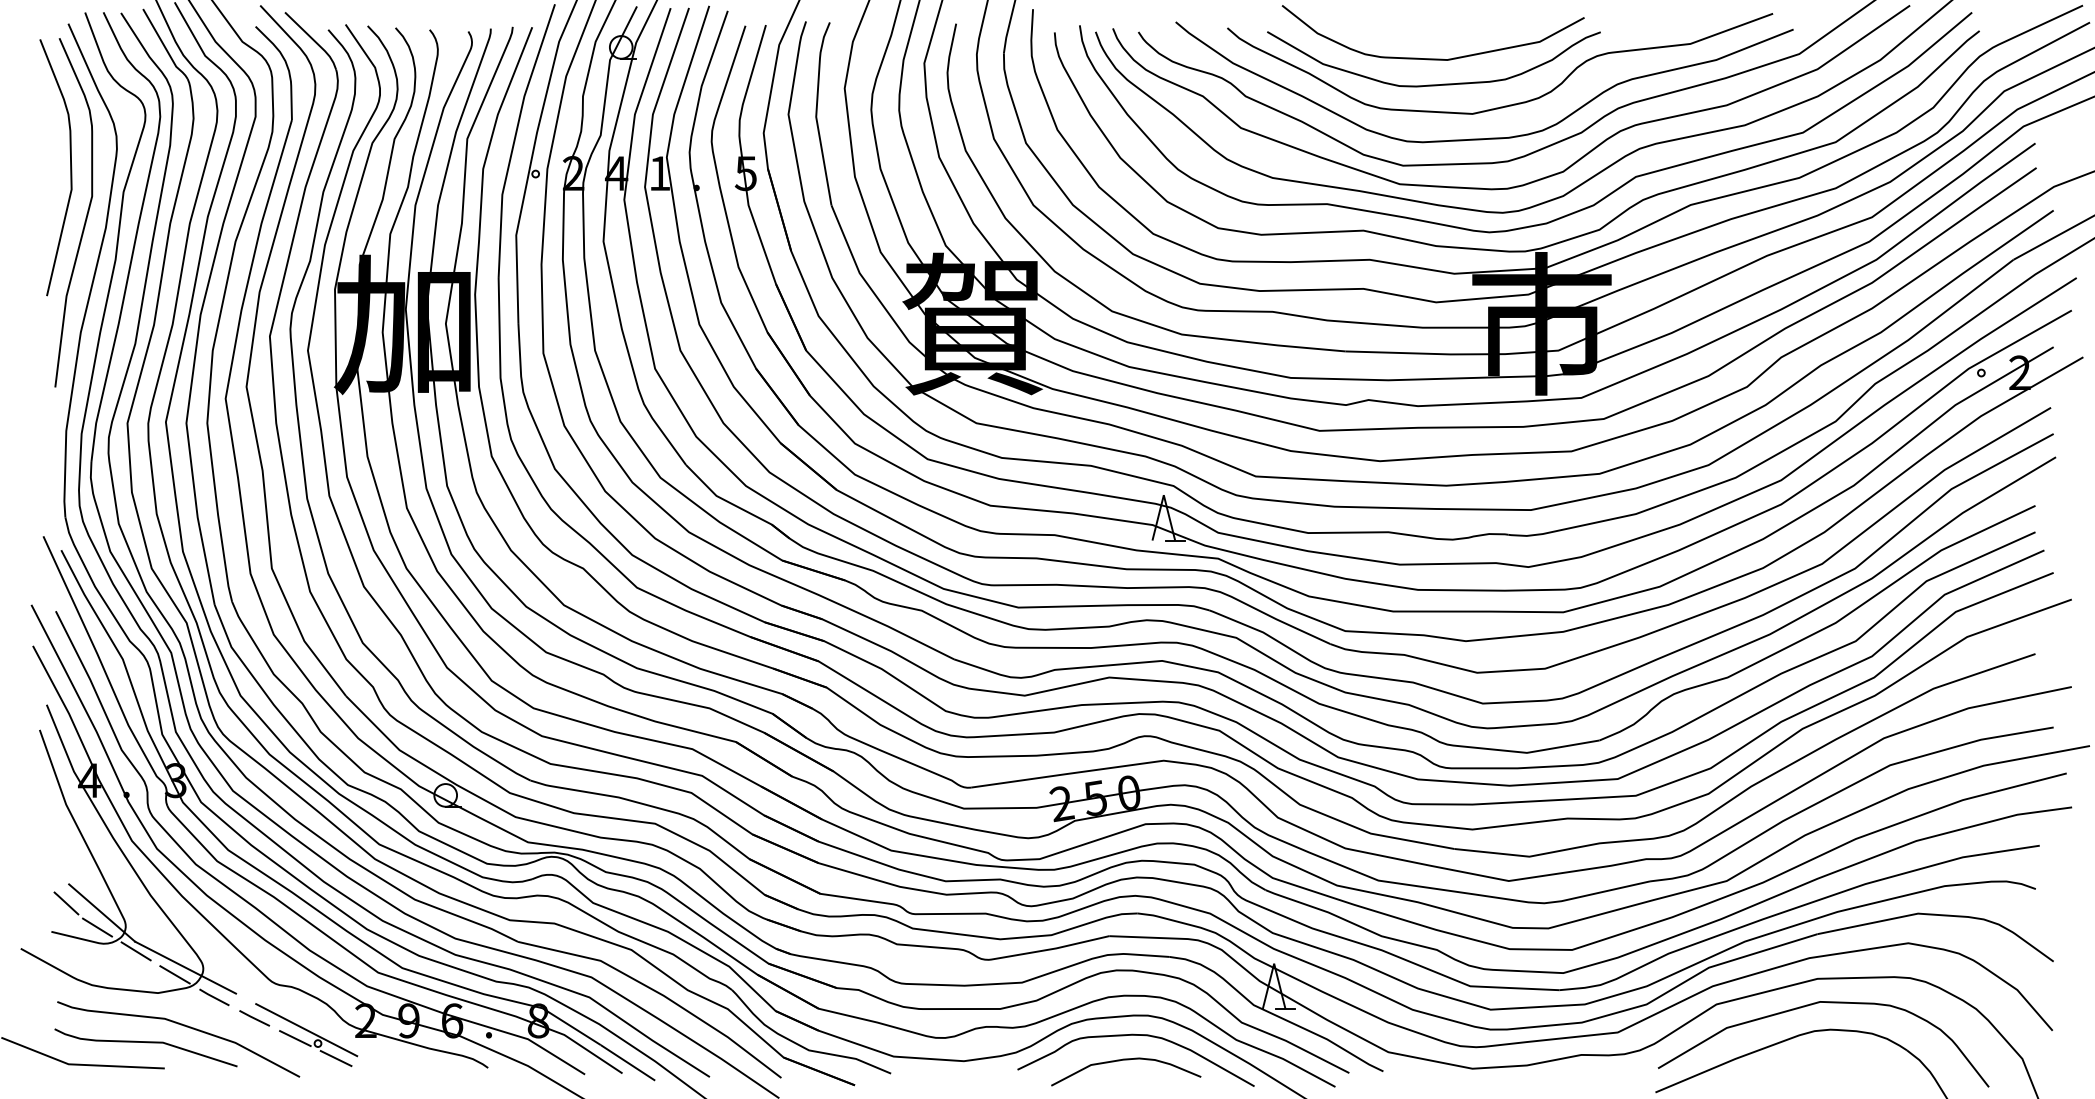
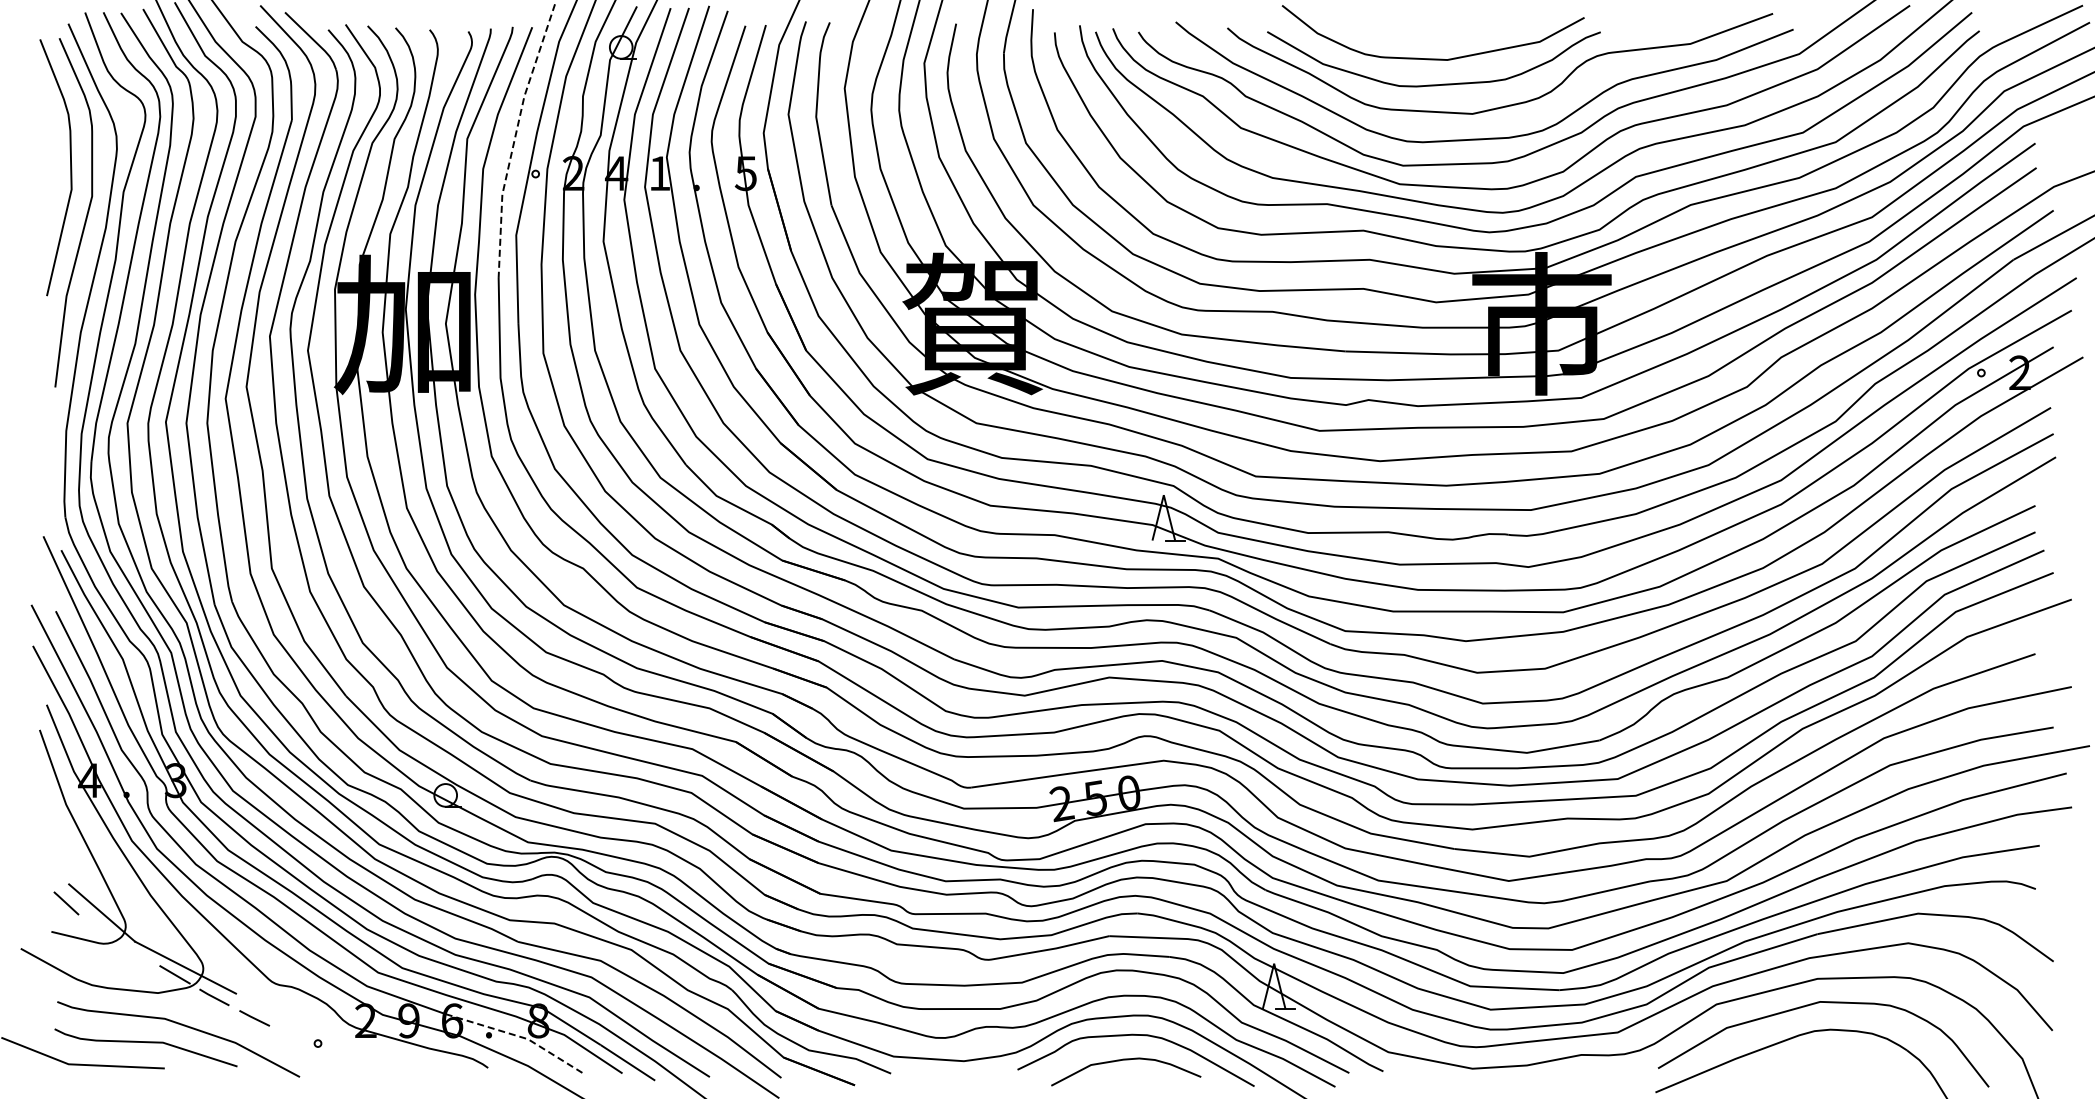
line at (514, 139): solid -> dashed
line at (97, 927): present -> none
line at (135, 951): present -> none
line at (306, 1030): present -> none
line at (519, 1036): solid -> dashed
line at (295, 1038): present -> none
line at (335, 1058): present -> none
